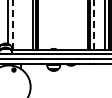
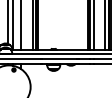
line at (13, 25): dashed -> solid
line at (94, 25): dashed -> solid
line at (21, 26): none -> present
